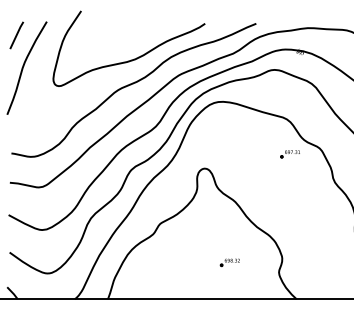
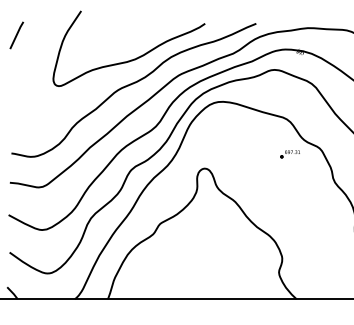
curve at (24, 66): present -> none
part at (229, 262): present -> none
